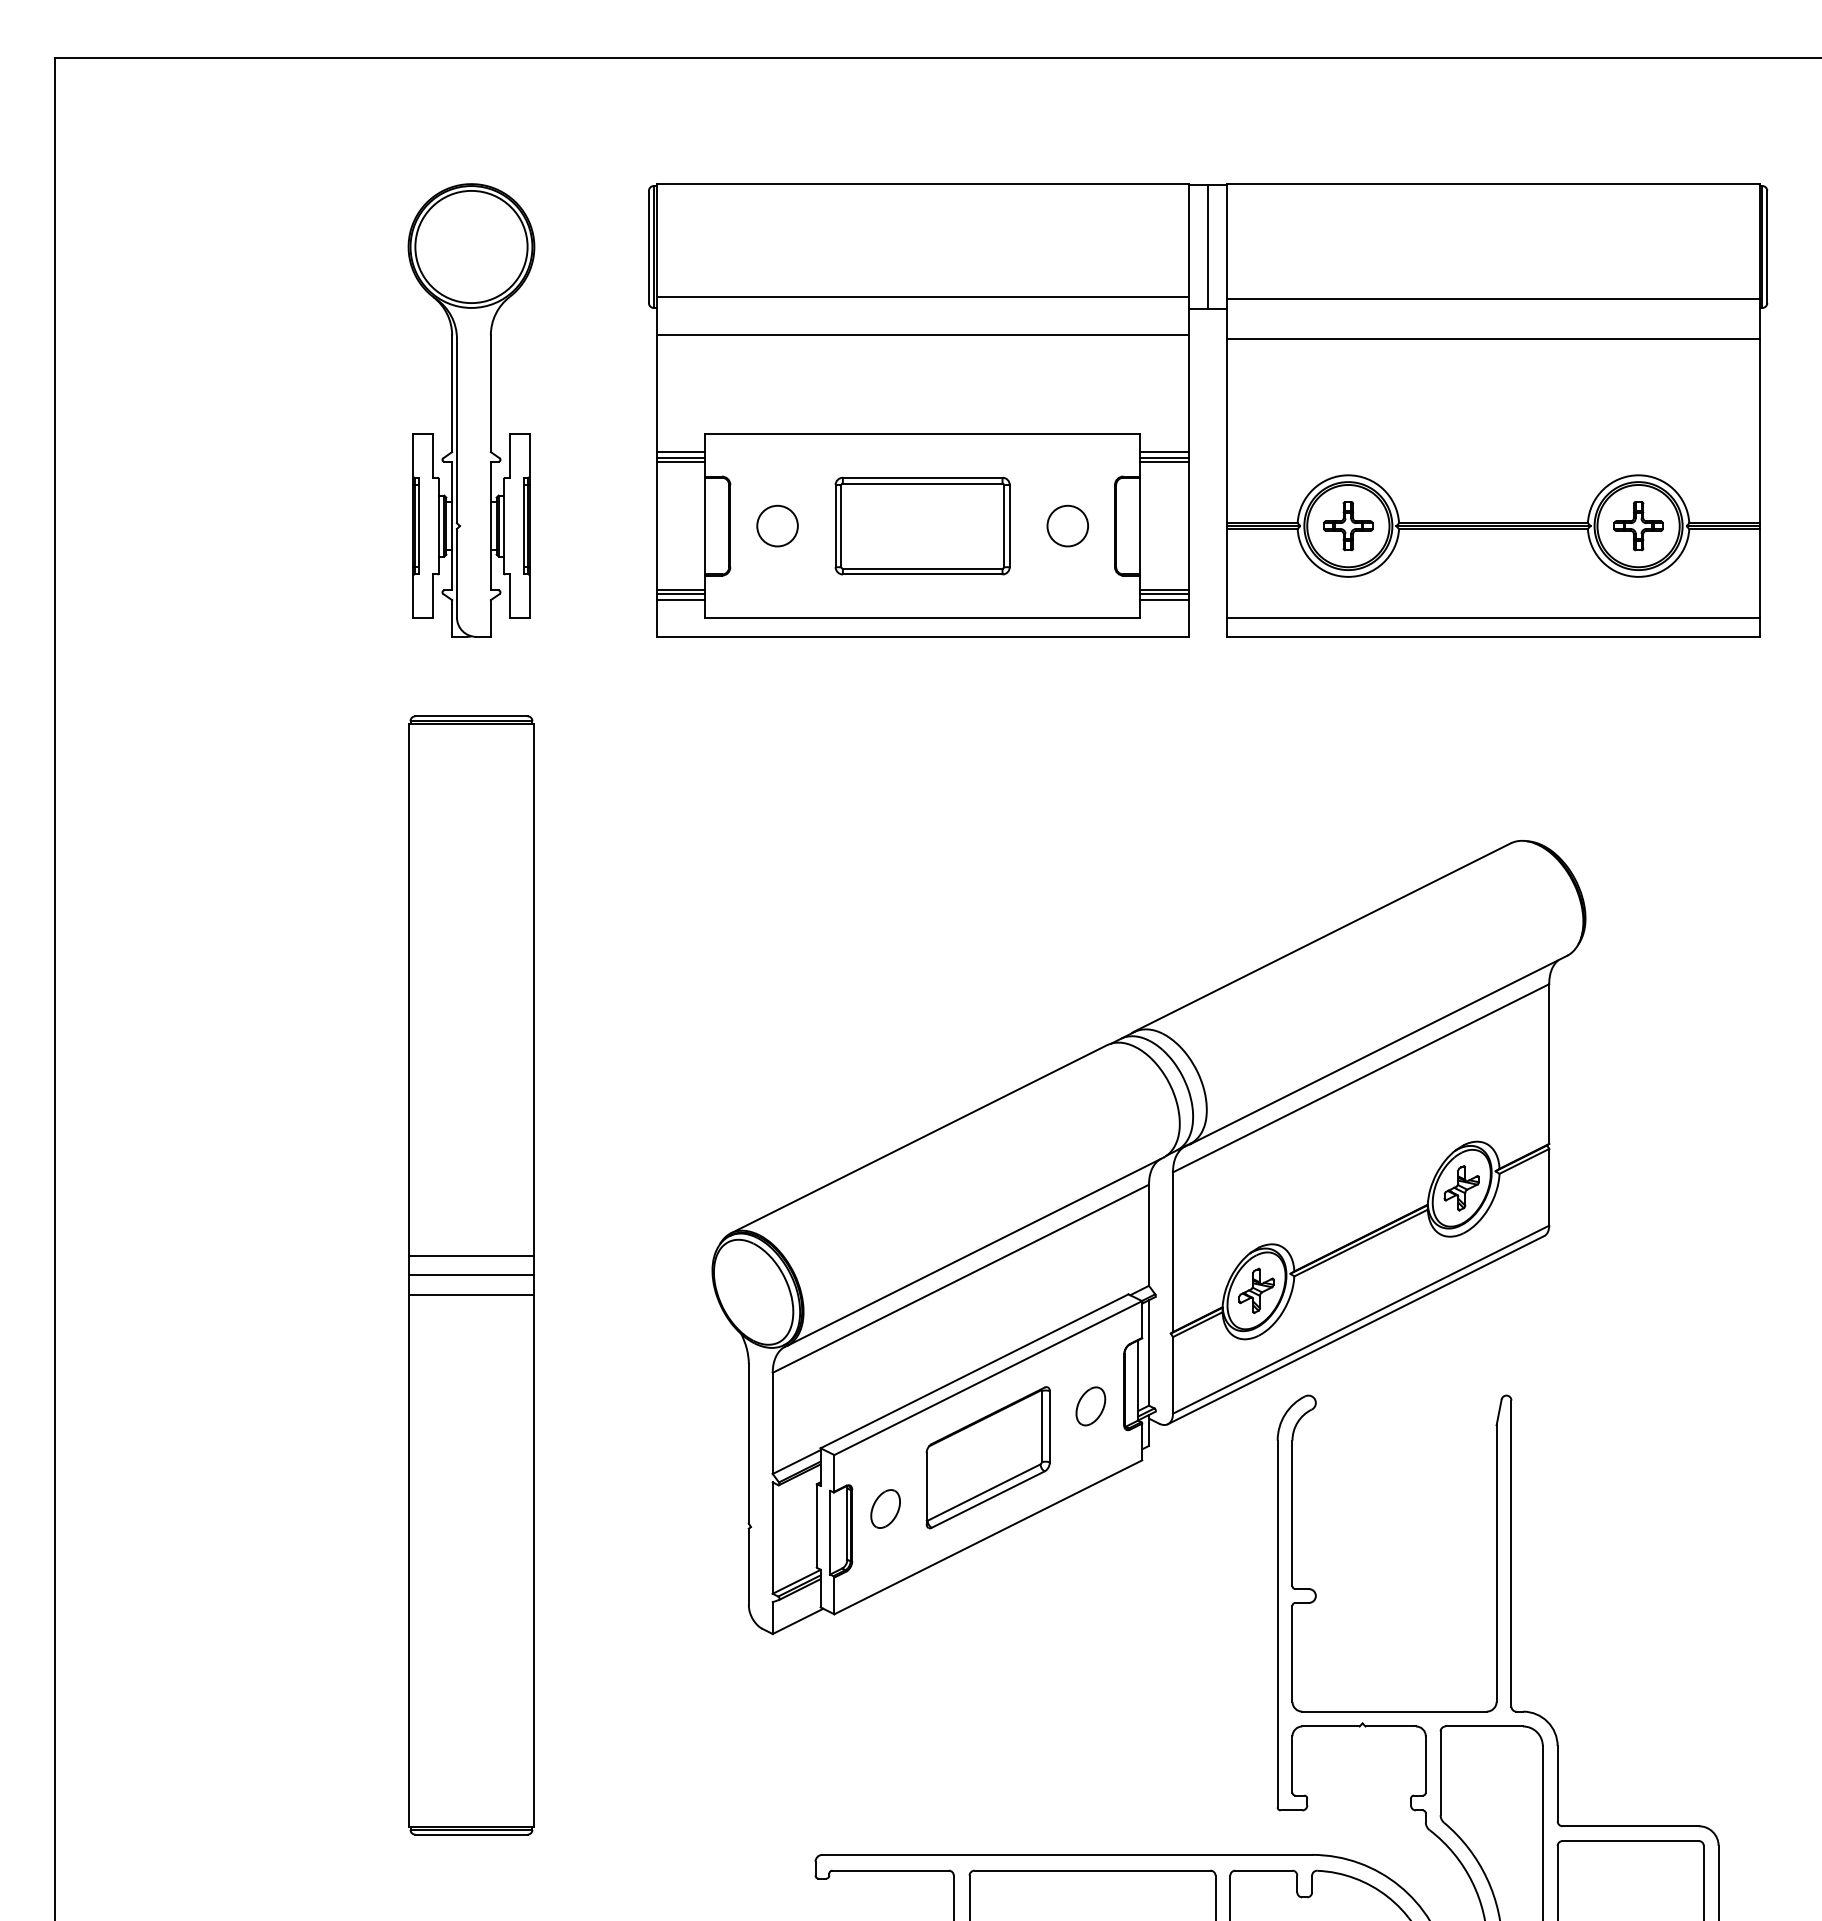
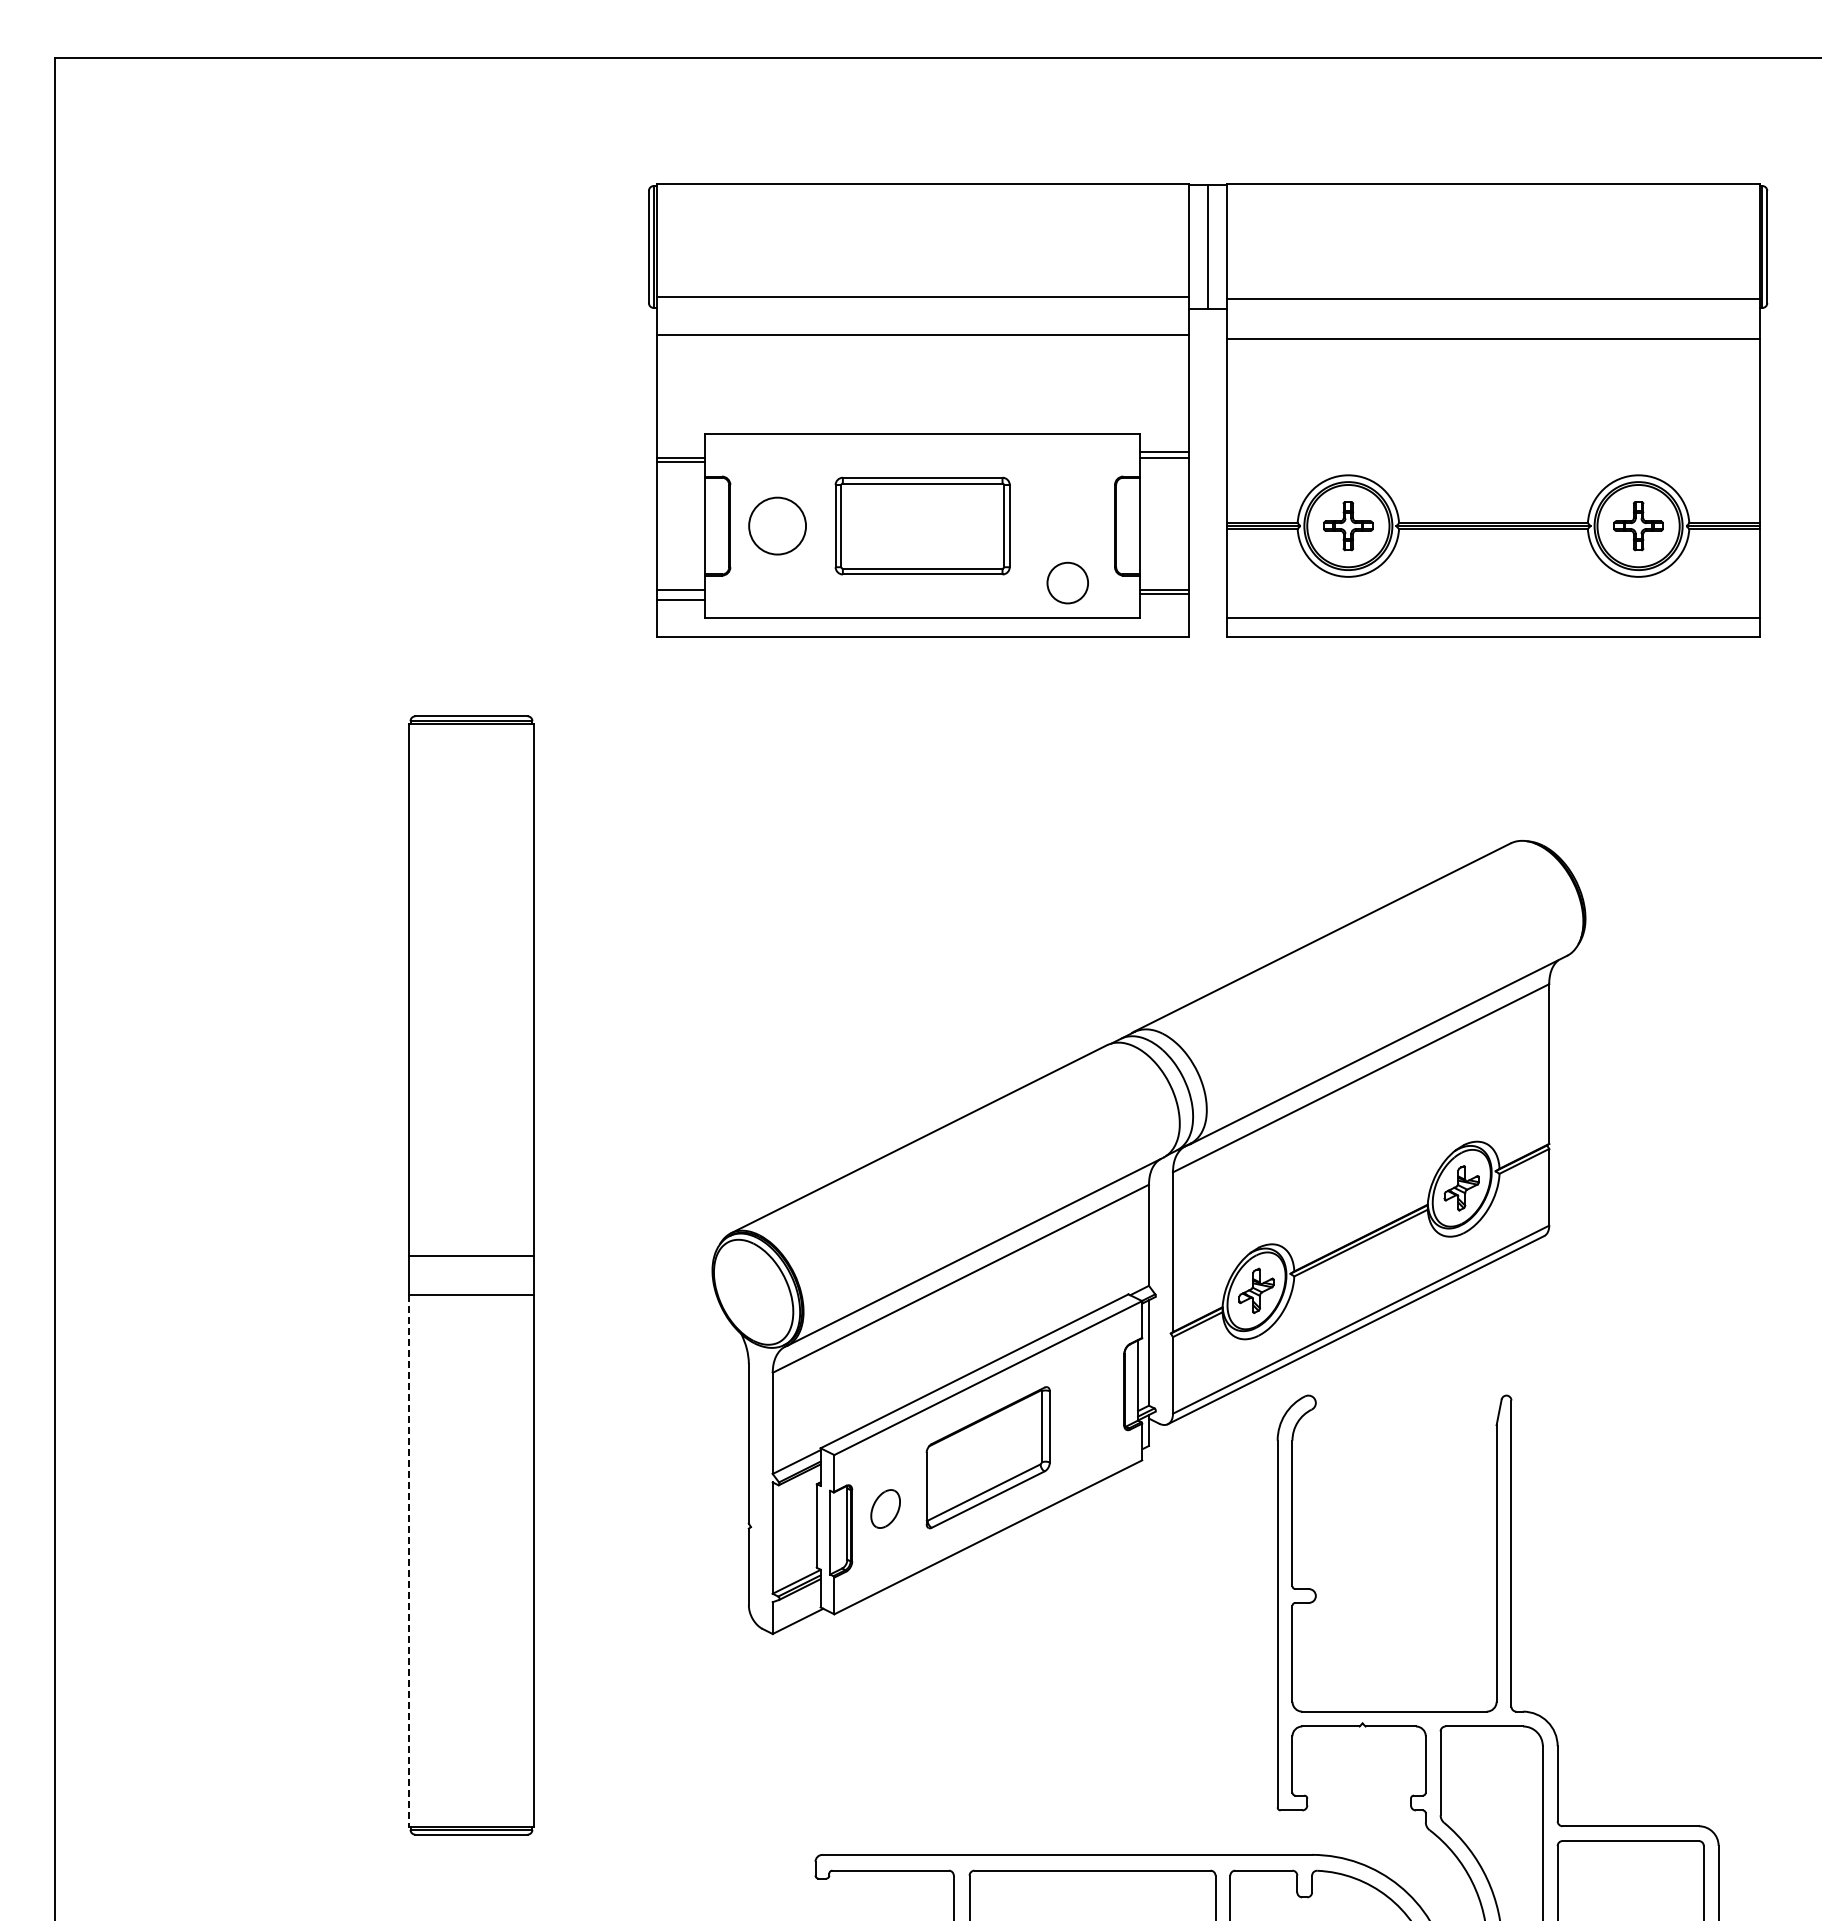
part at (471, 410): present -> none
line at (680, 452): present -> none
line at (1164, 461): present -> none
circle at (777, 525) diameter: 41 px -> 57 px
circle at (1067, 525) position: (1067, 525) -> (1067, 582)
line at (680, 594): present -> none
line at (1164, 600): present -> none
line at (471, 1275): present -> none
part at (1090, 1406): present -> none
line at (408, 1561): solid -> dashed
